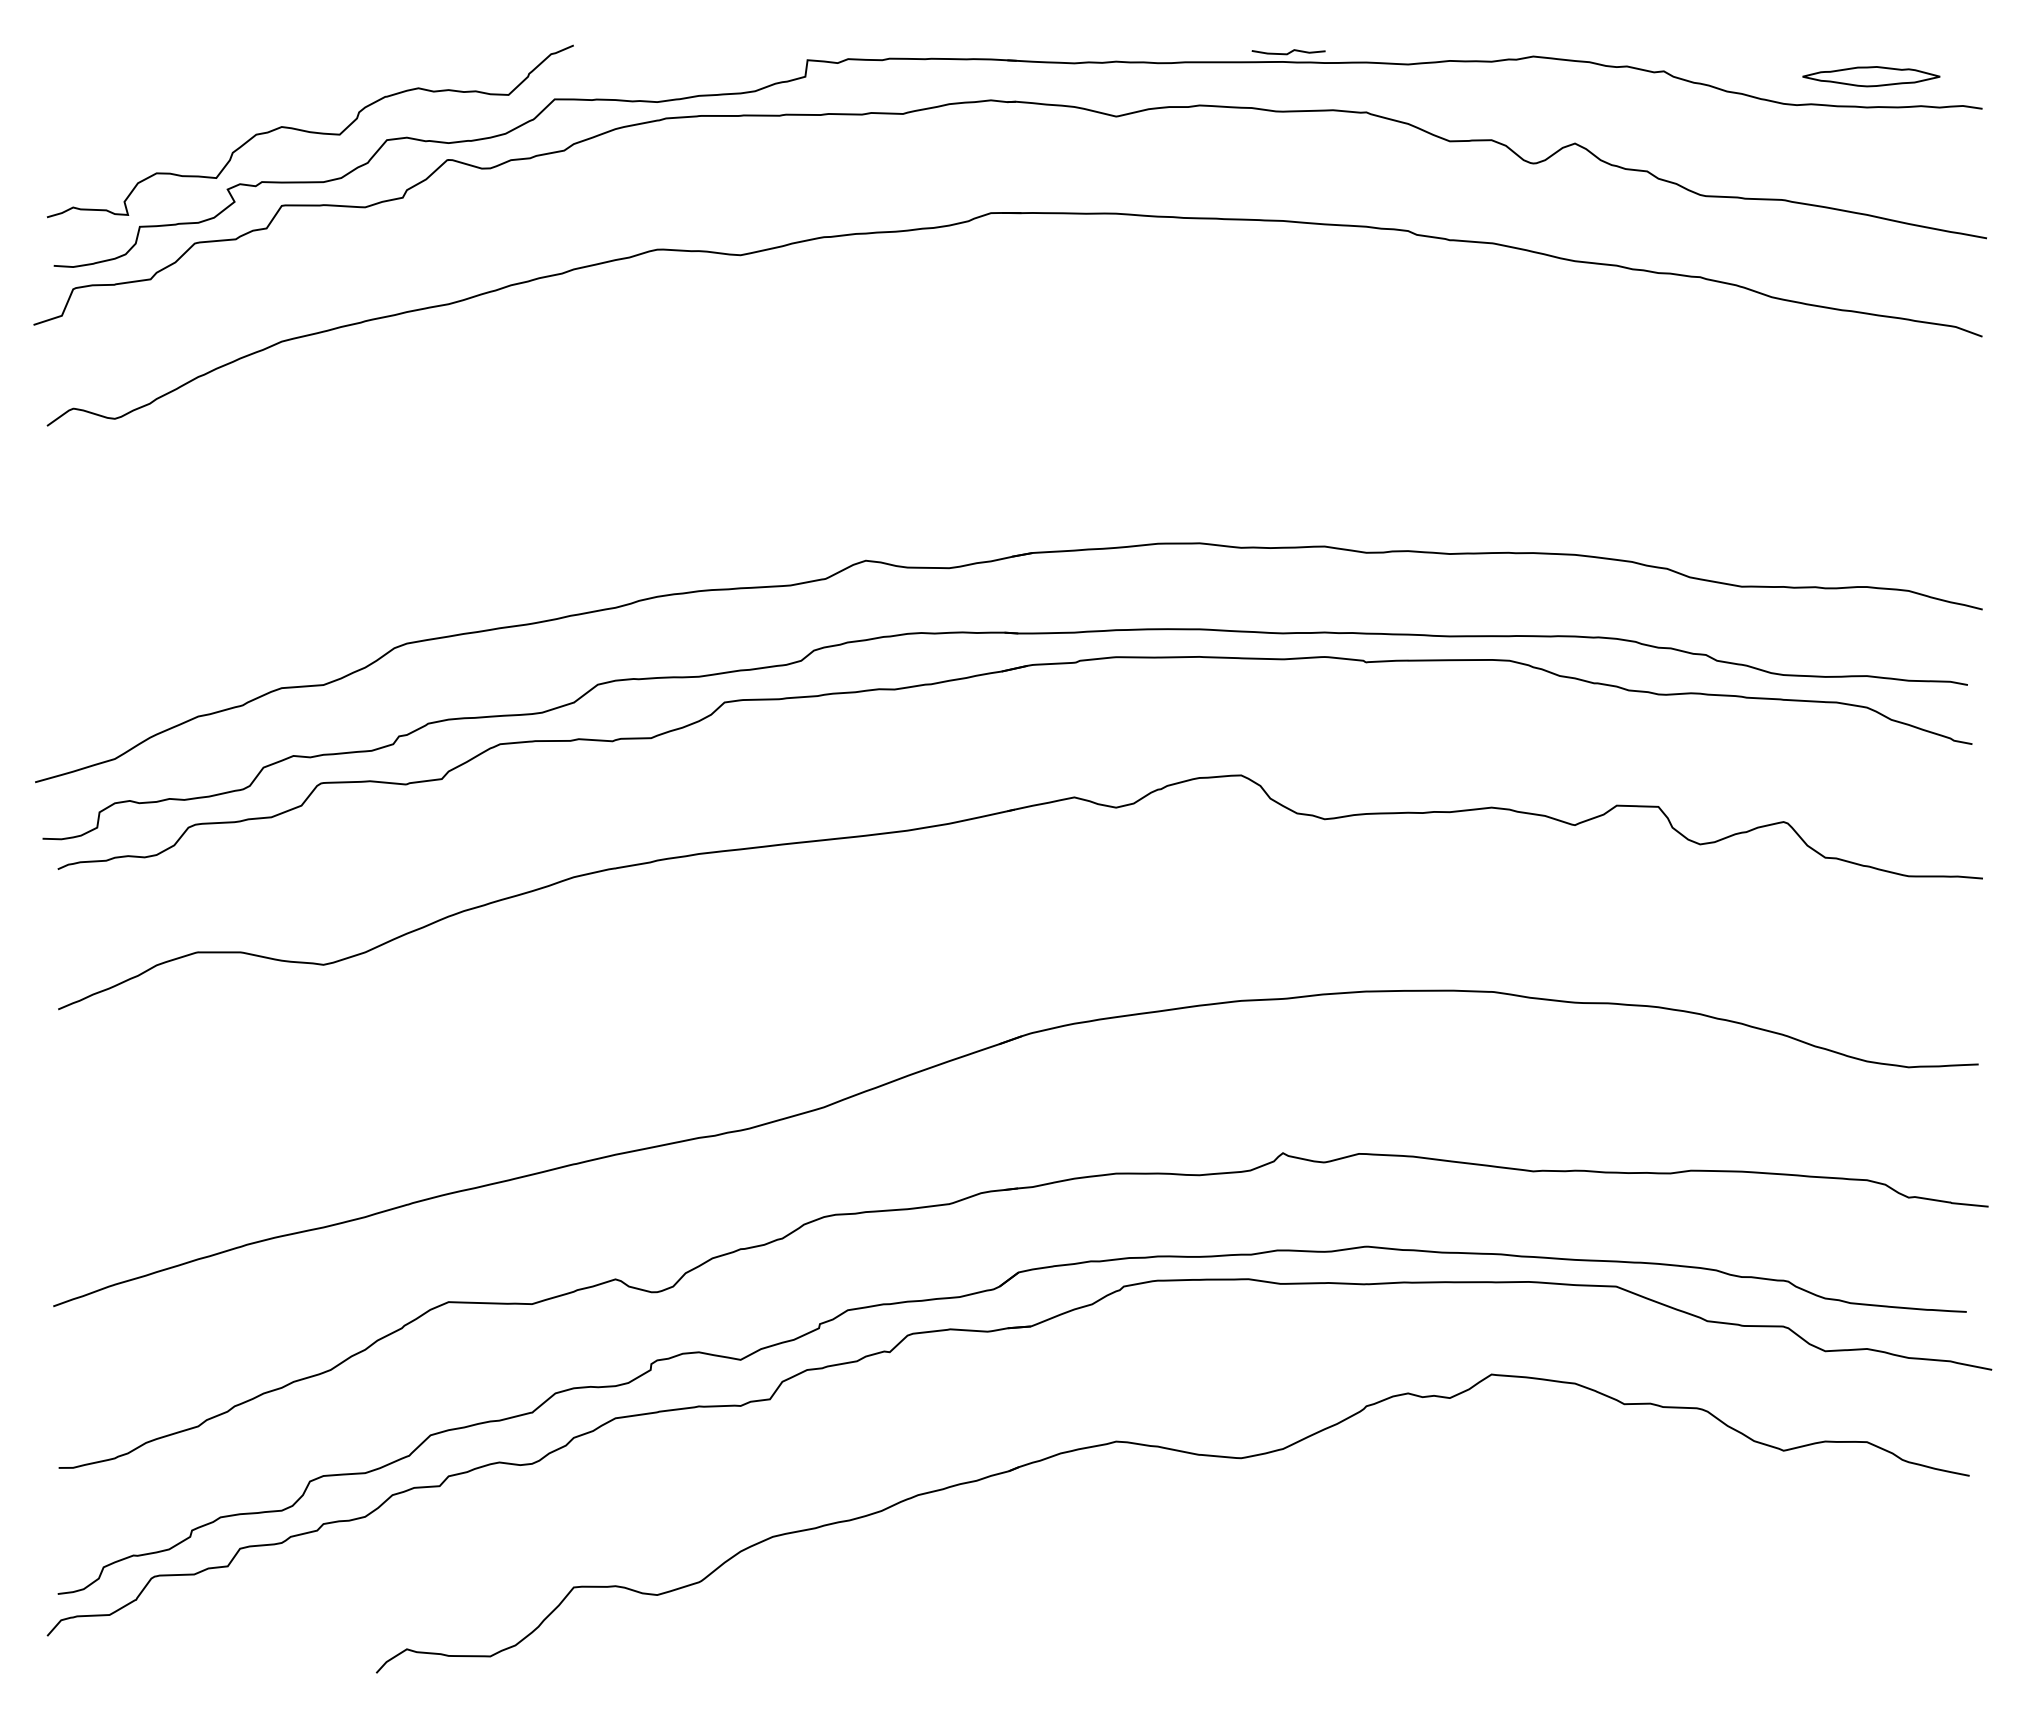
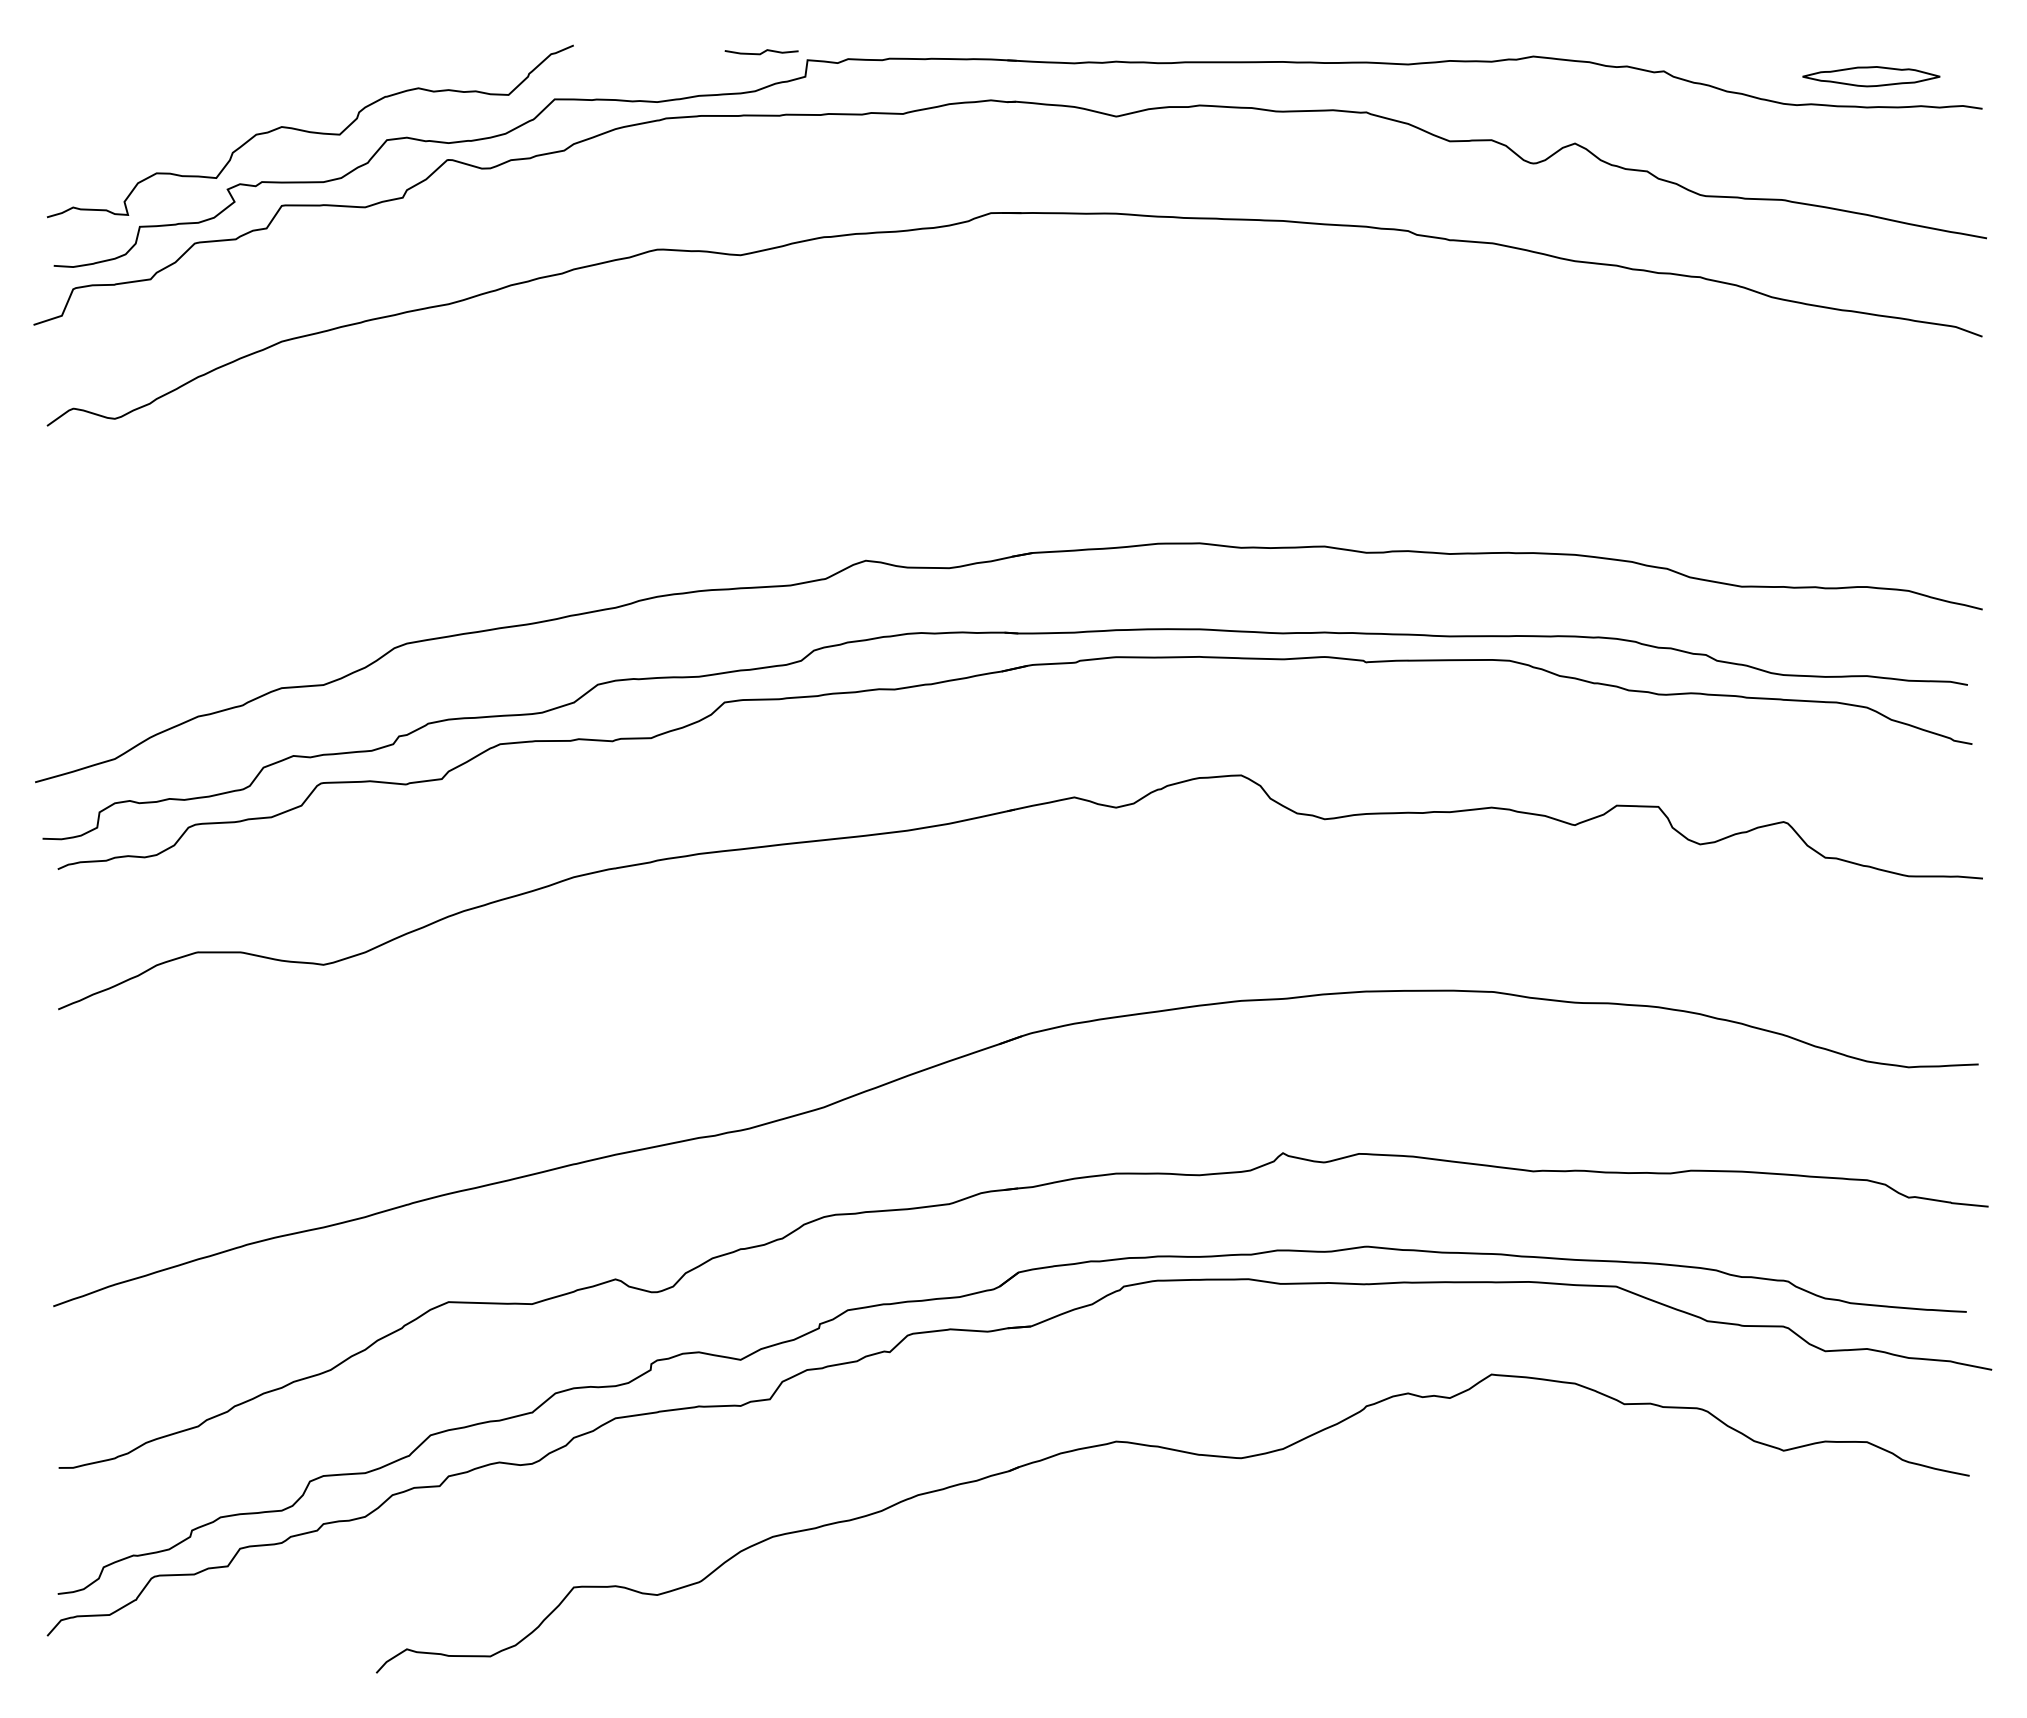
curve at (1288, 52) position: (1288, 52) -> (761, 52)
